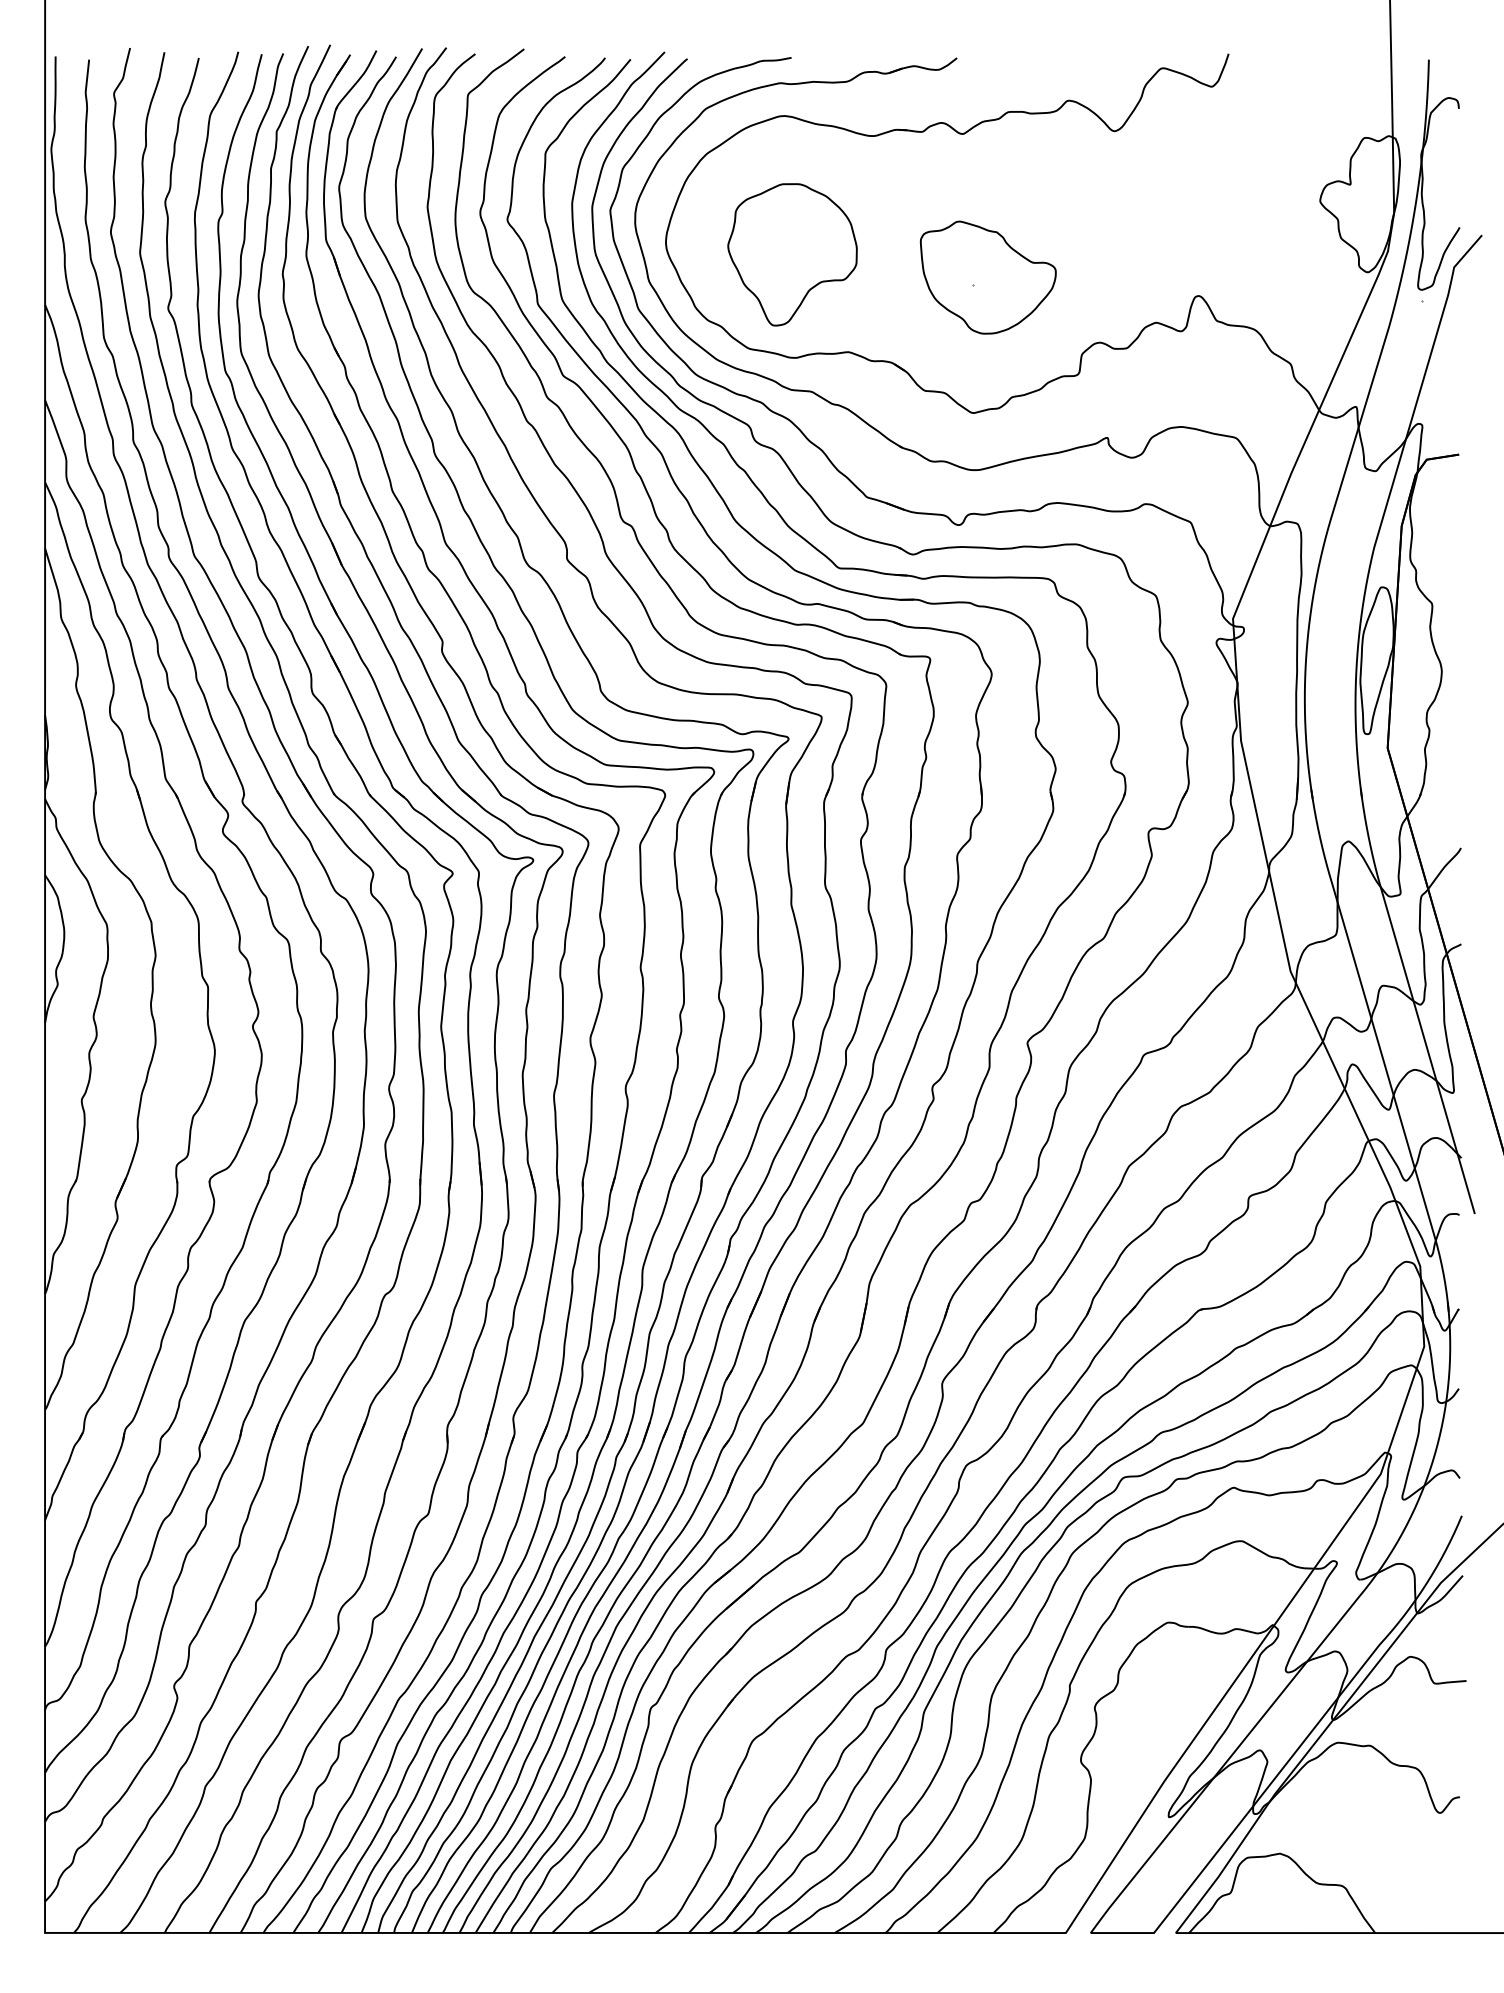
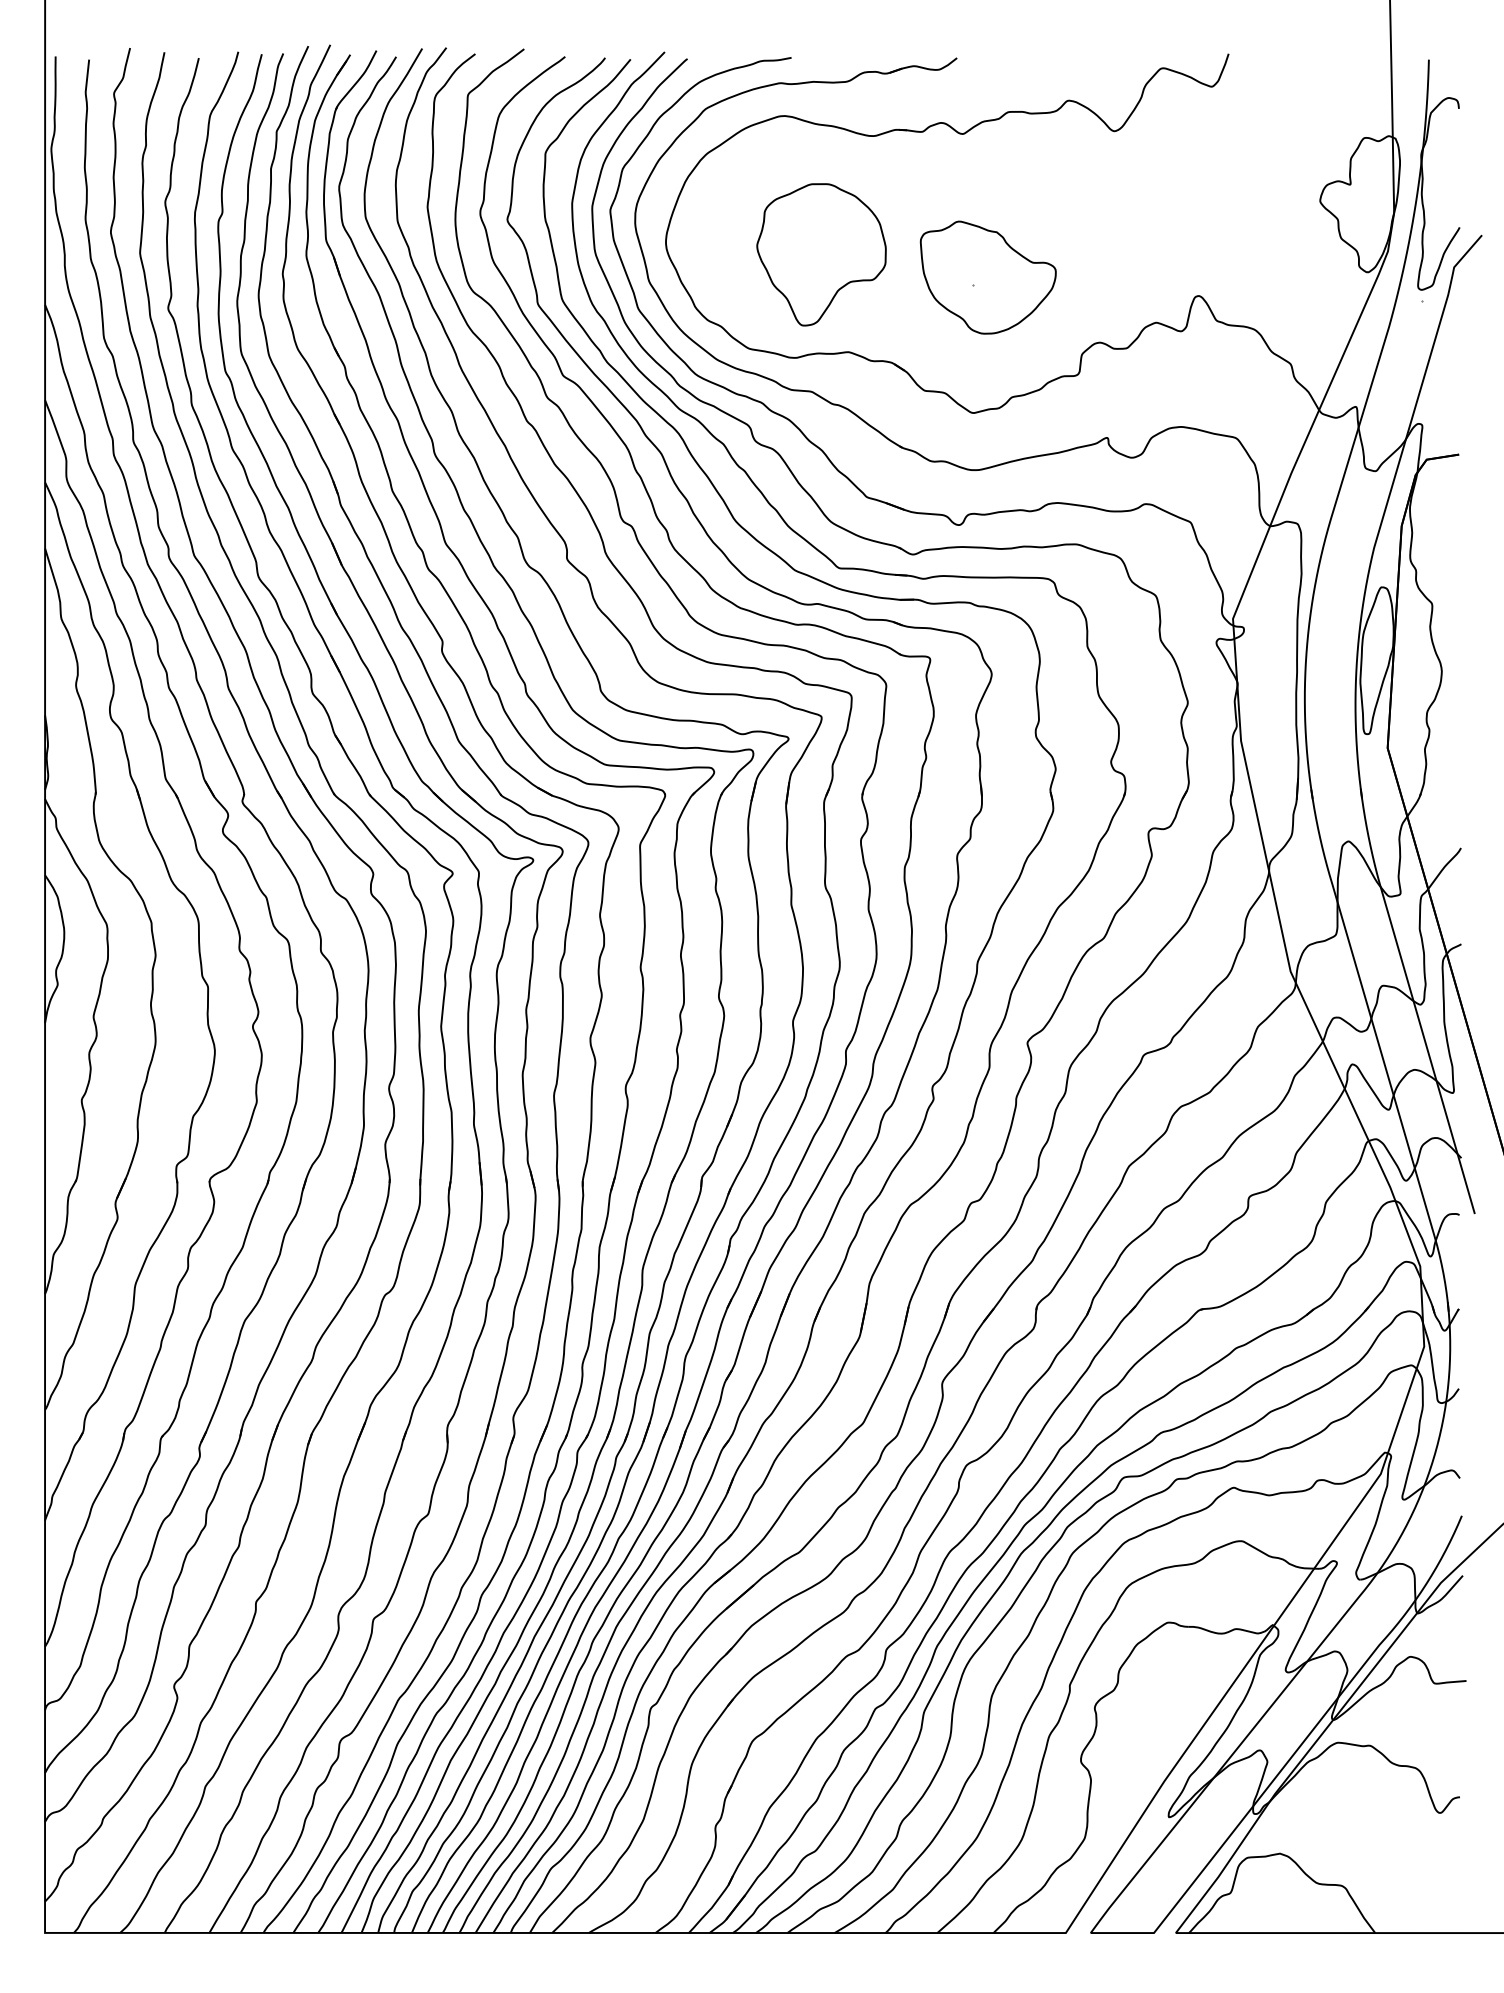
part at (792, 254) position: (792, 254) -> (821, 254)
